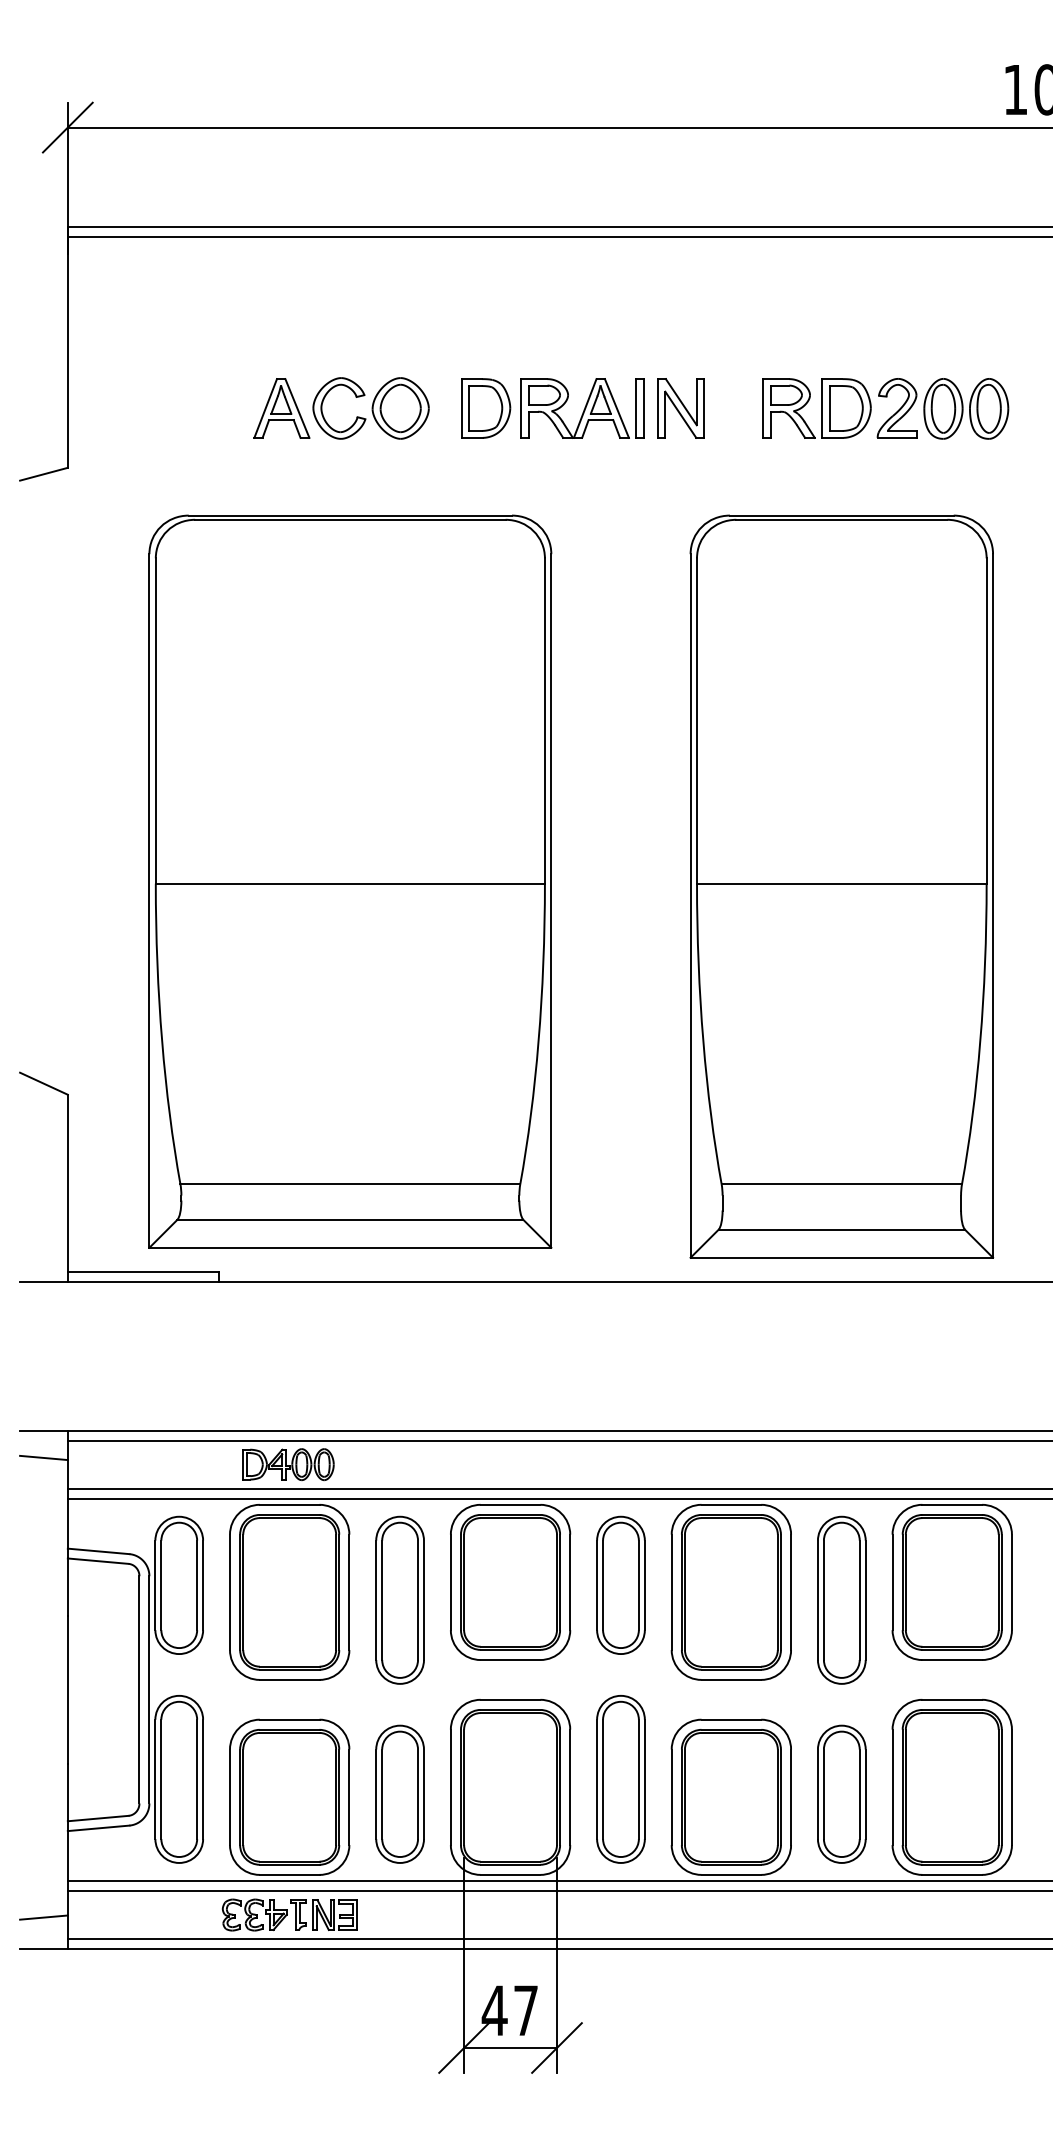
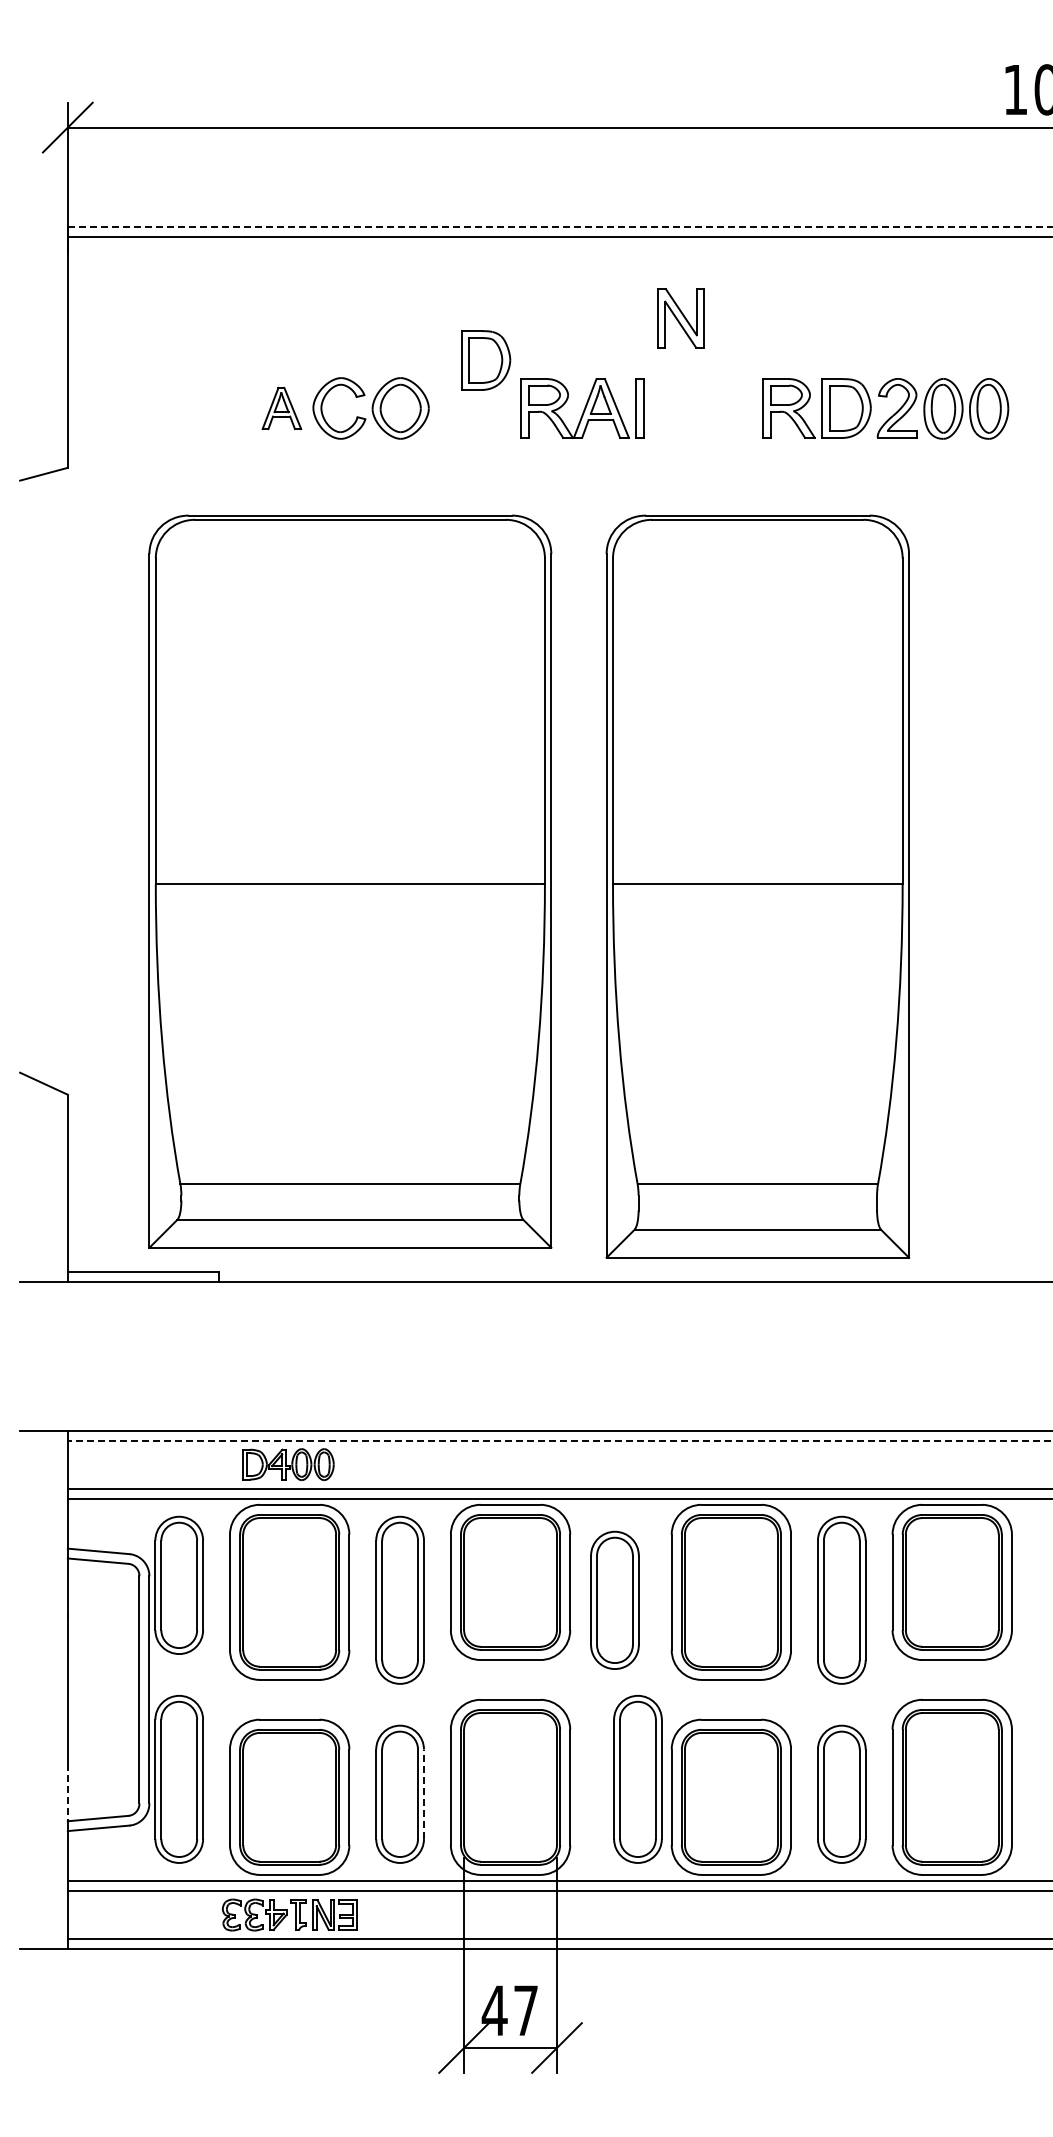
line at (560, 227): solid -> dashed
part at (281, 408) size: 58x61 px -> 42x45 px
part at (486, 408) position: (486, 408) -> (486, 360)
part at (680, 408) position: (680, 408) -> (680, 318)
part at (841, 886) position: (841, 886) -> (757, 886)
line at (559, 1441): solid -> dashed
line at (43, 1457): present -> none
part at (620, 1584) position: (620, 1584) -> (614, 1599)
part at (620, 1779) position: (620, 1779) -> (637, 1779)
line at (67, 1792): solid -> dashed
line at (423, 1794): solid -> dashed
line at (43, 1917): present -> none
